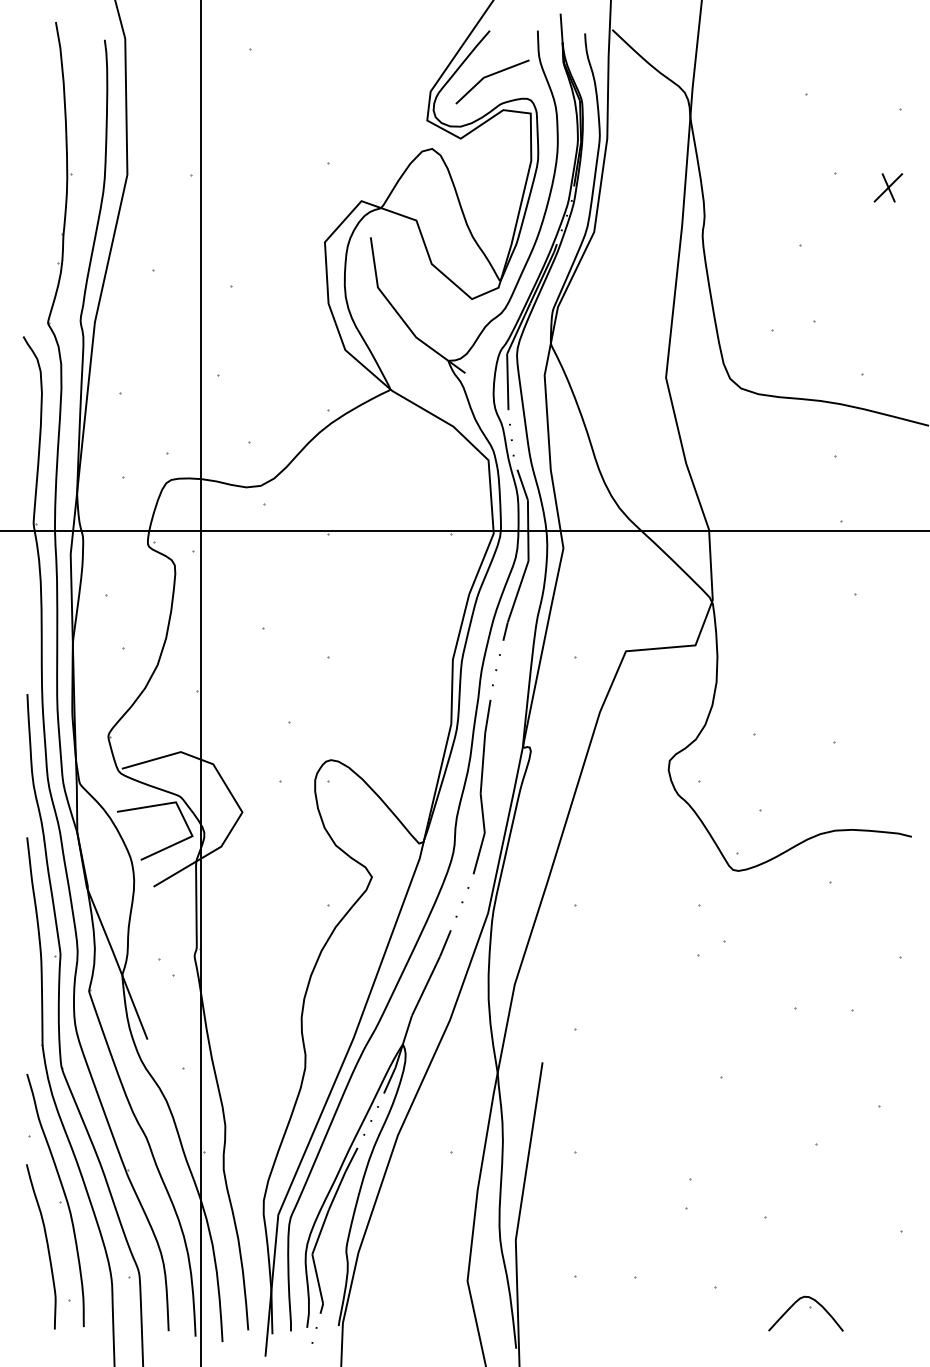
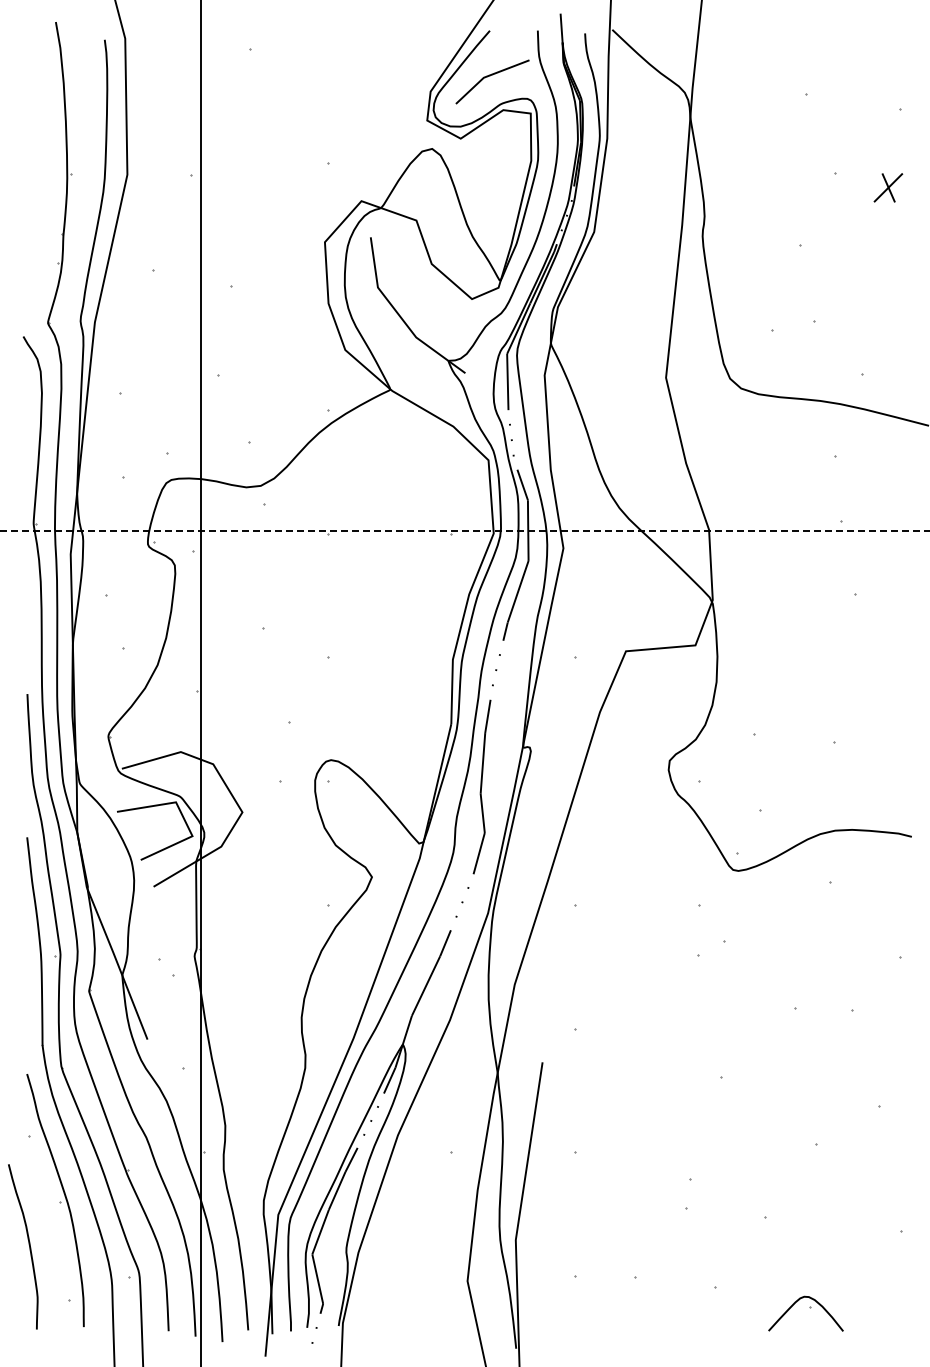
line at (464, 530): solid -> dashed
curve at (46, 1244) position: (46, 1244) -> (28, 1244)
